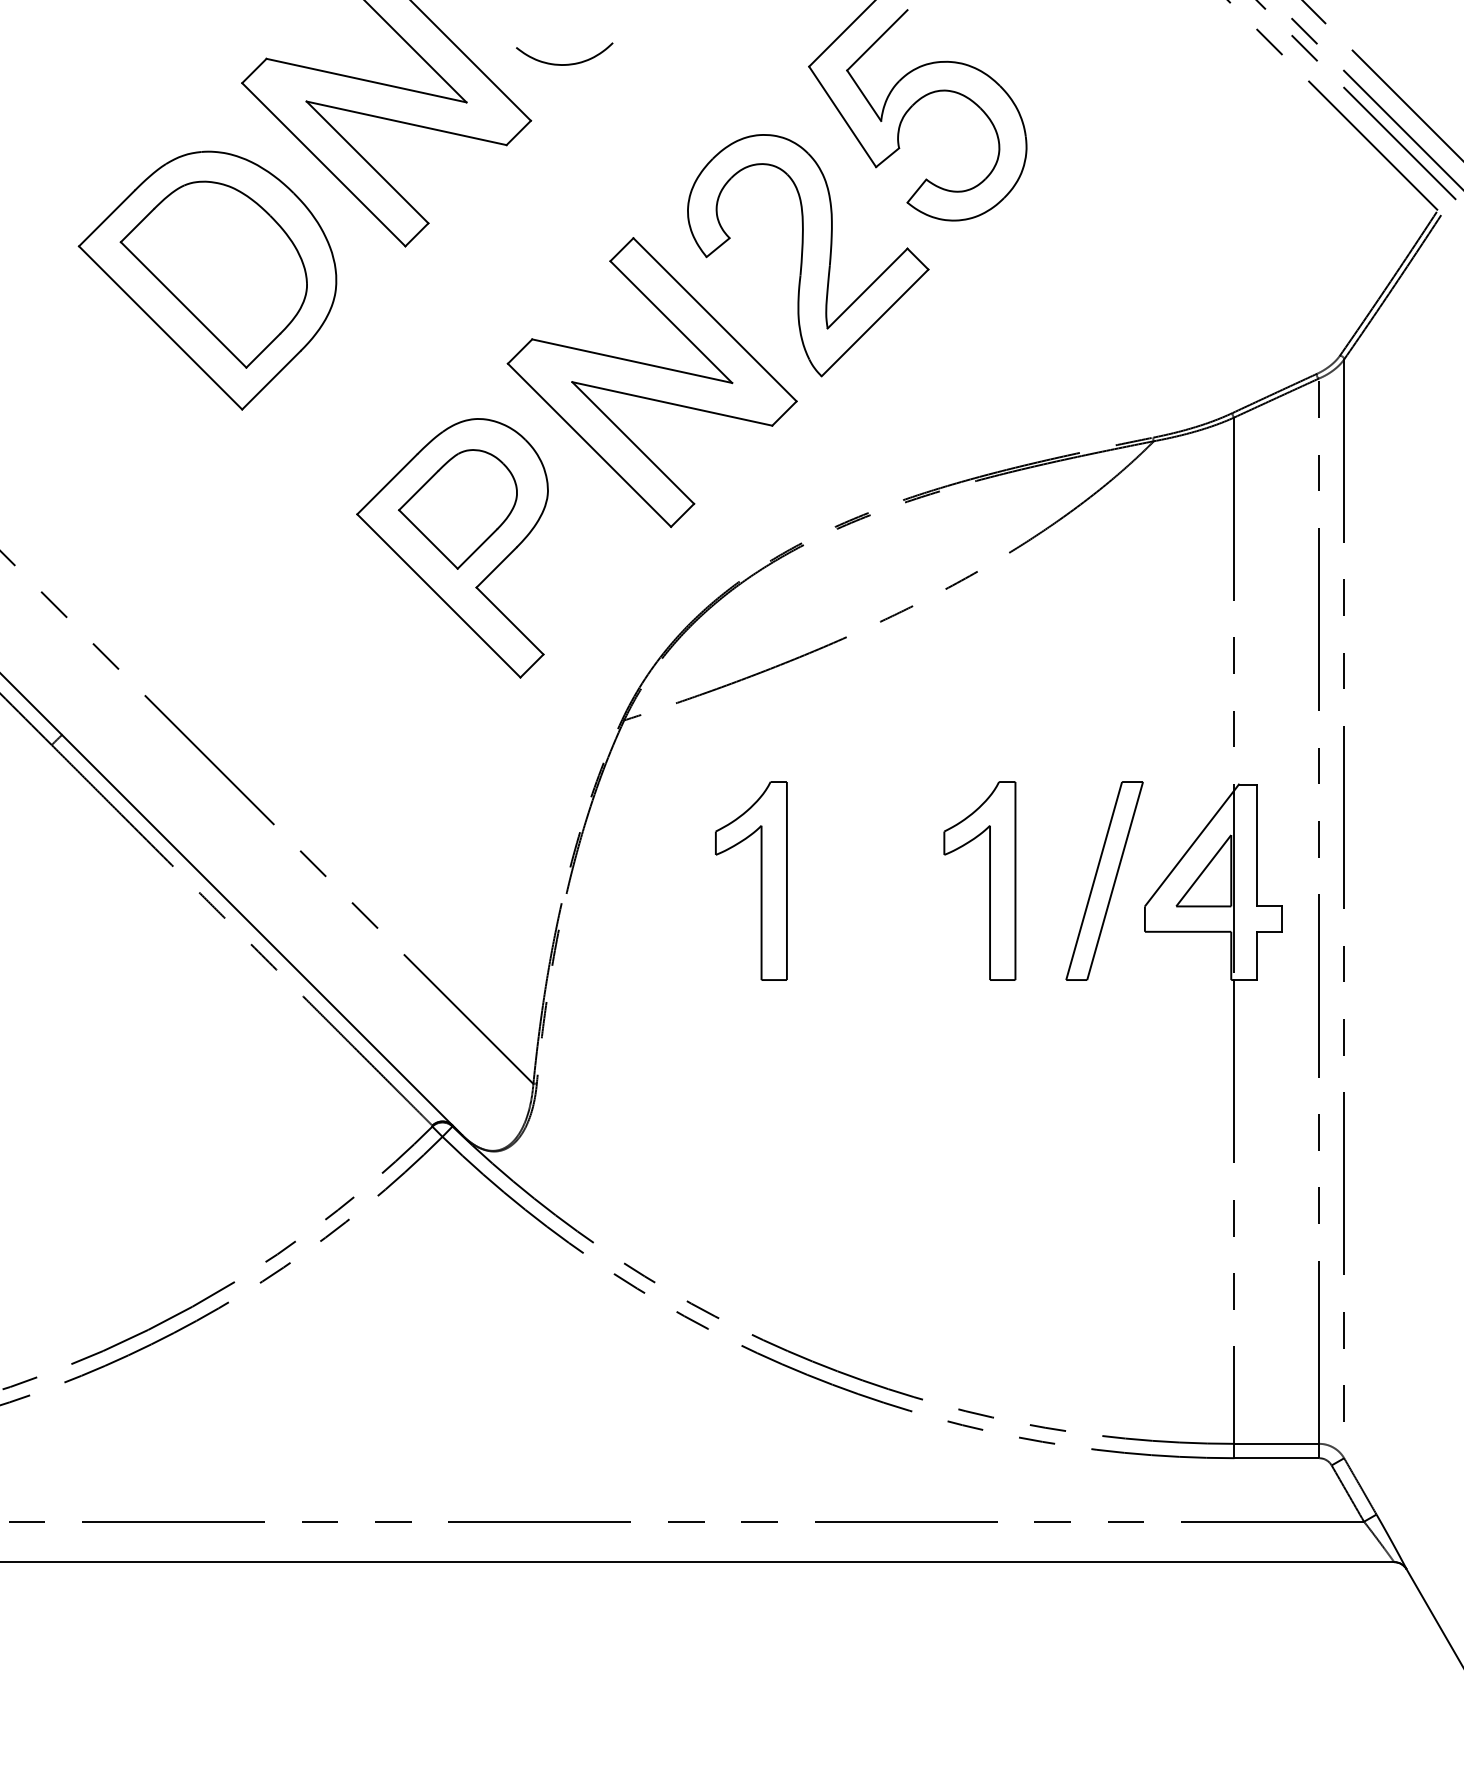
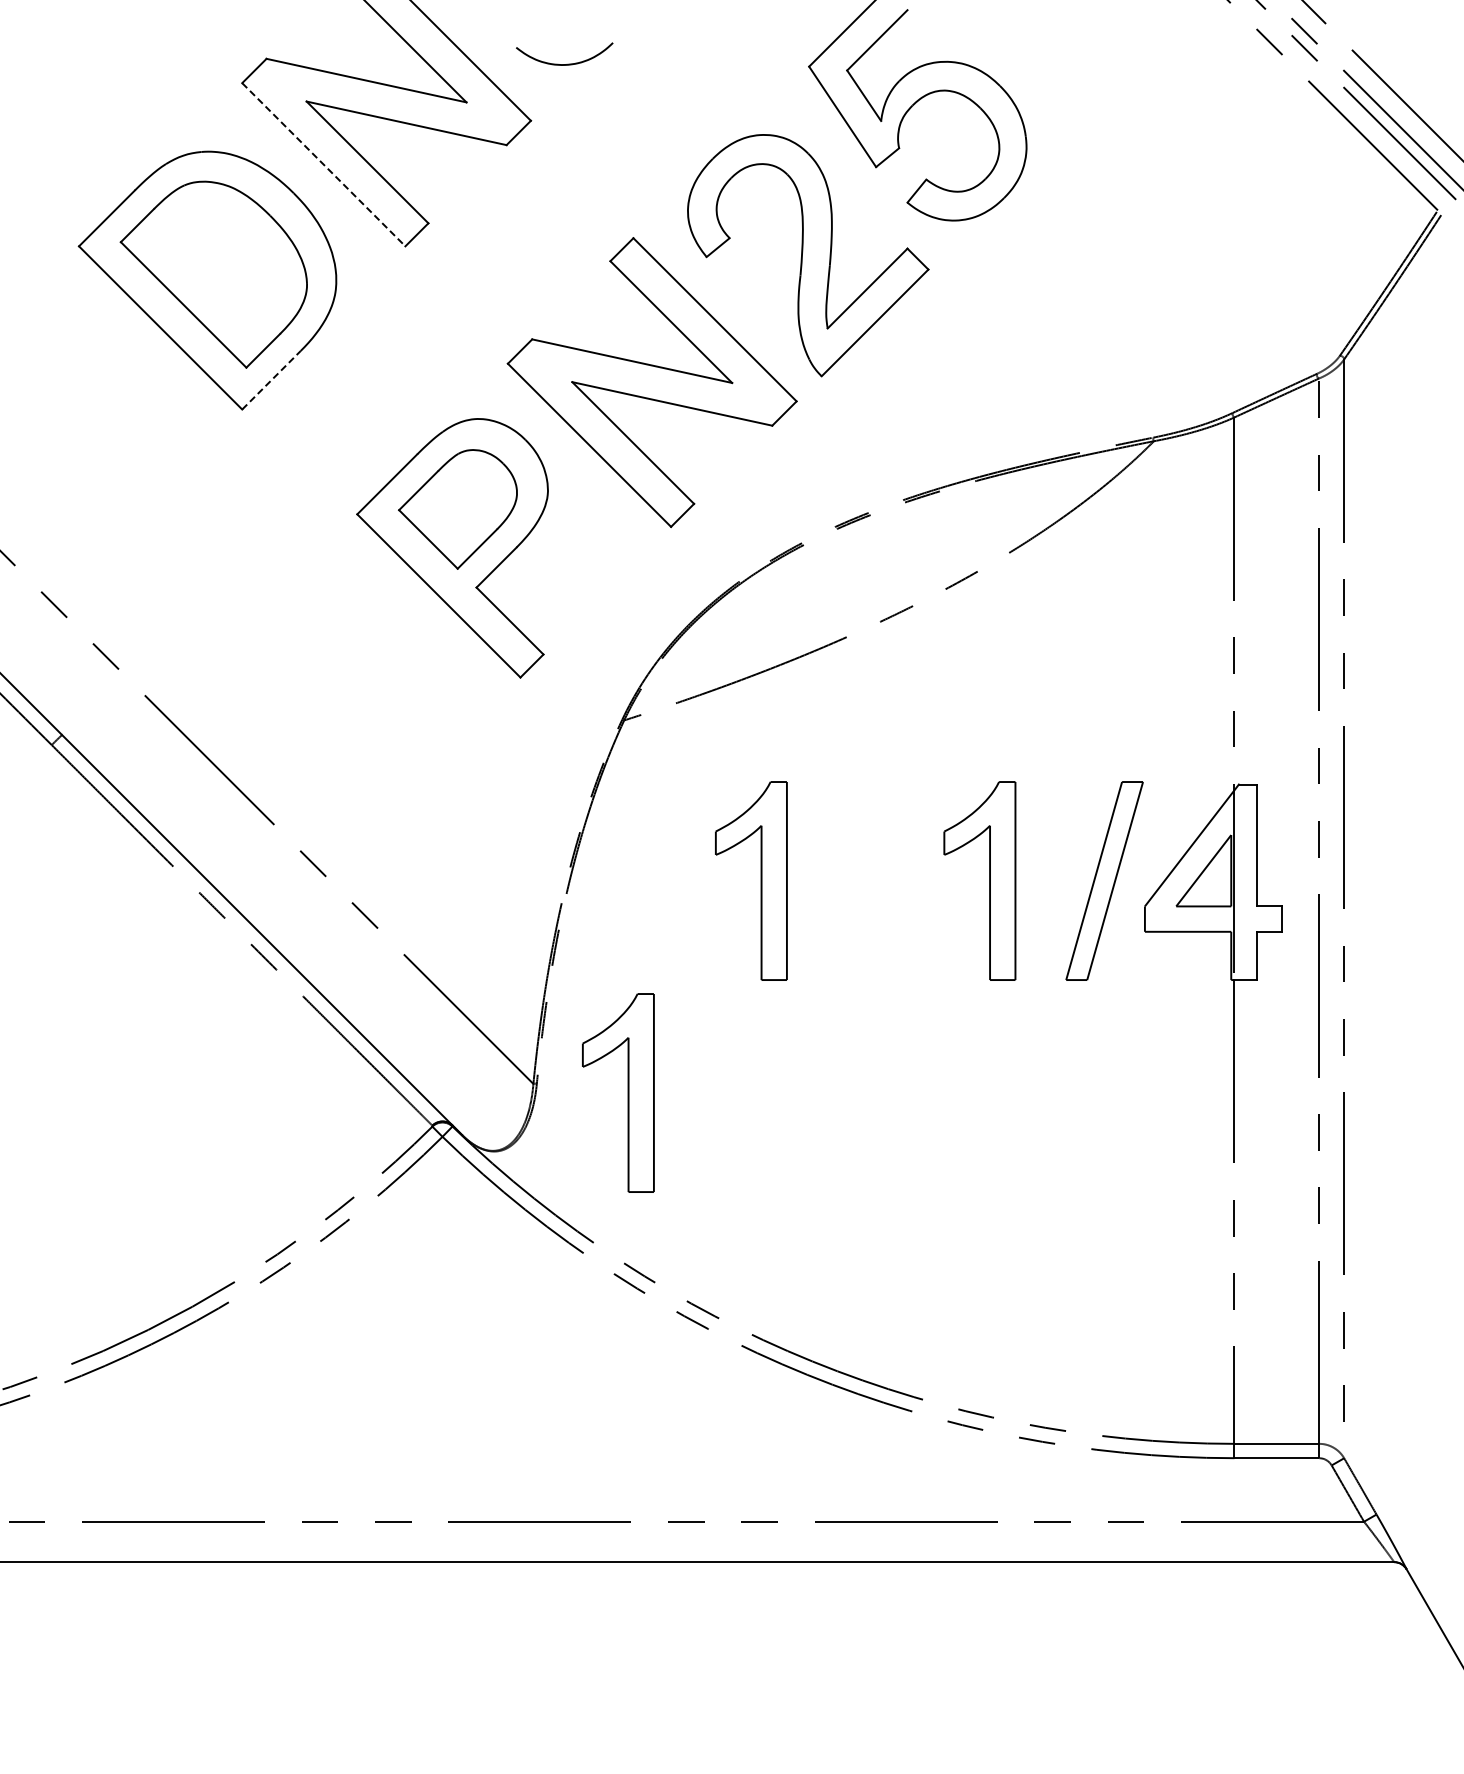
line at (324, 165): solid -> dashed
line at (271, 379): solid -> dashed
part at (627, 1092): none -> present
